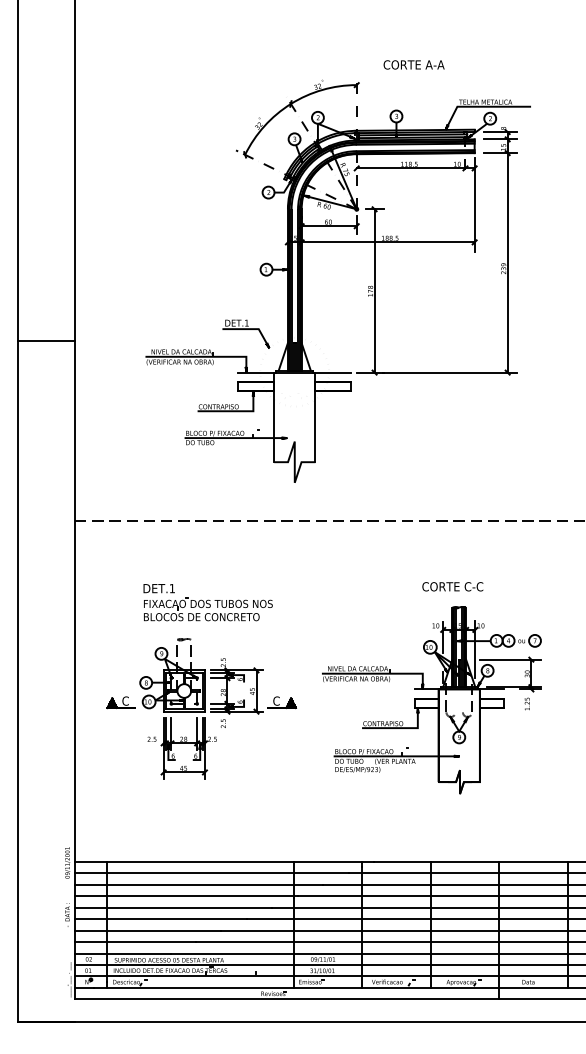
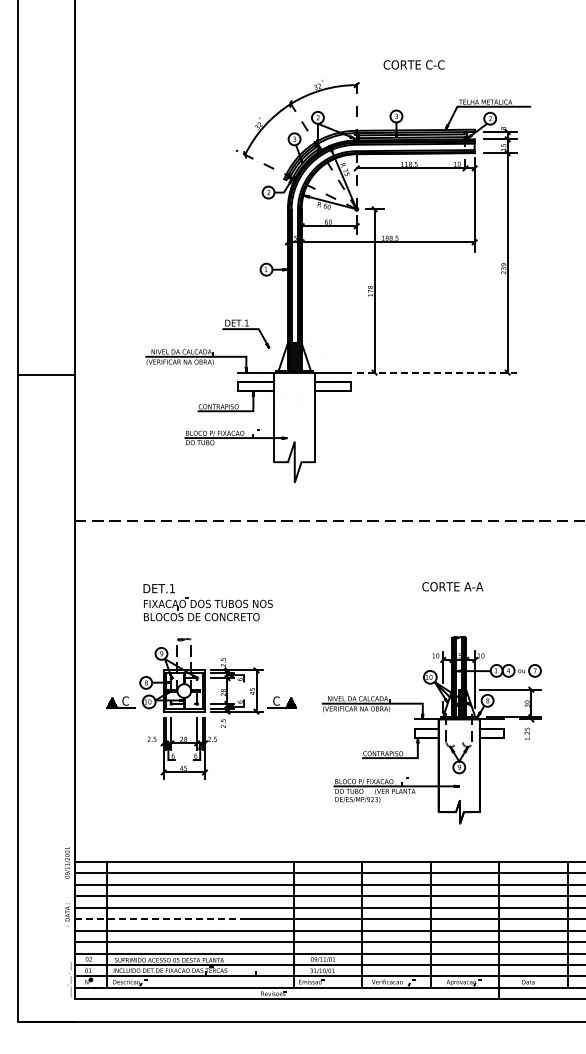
text at (434, 64): CORTE A-A -> CORTE C-C
line at (45, 341) position: (45, 341) -> (45, 375)
line at (437, 372): solid -> dashed
text at (473, 586): CORTE C-C -> CORTE A-A
part at (431, 700) position: (431, 700) -> (431, 730)
line at (161, 919): solid -> dashed
